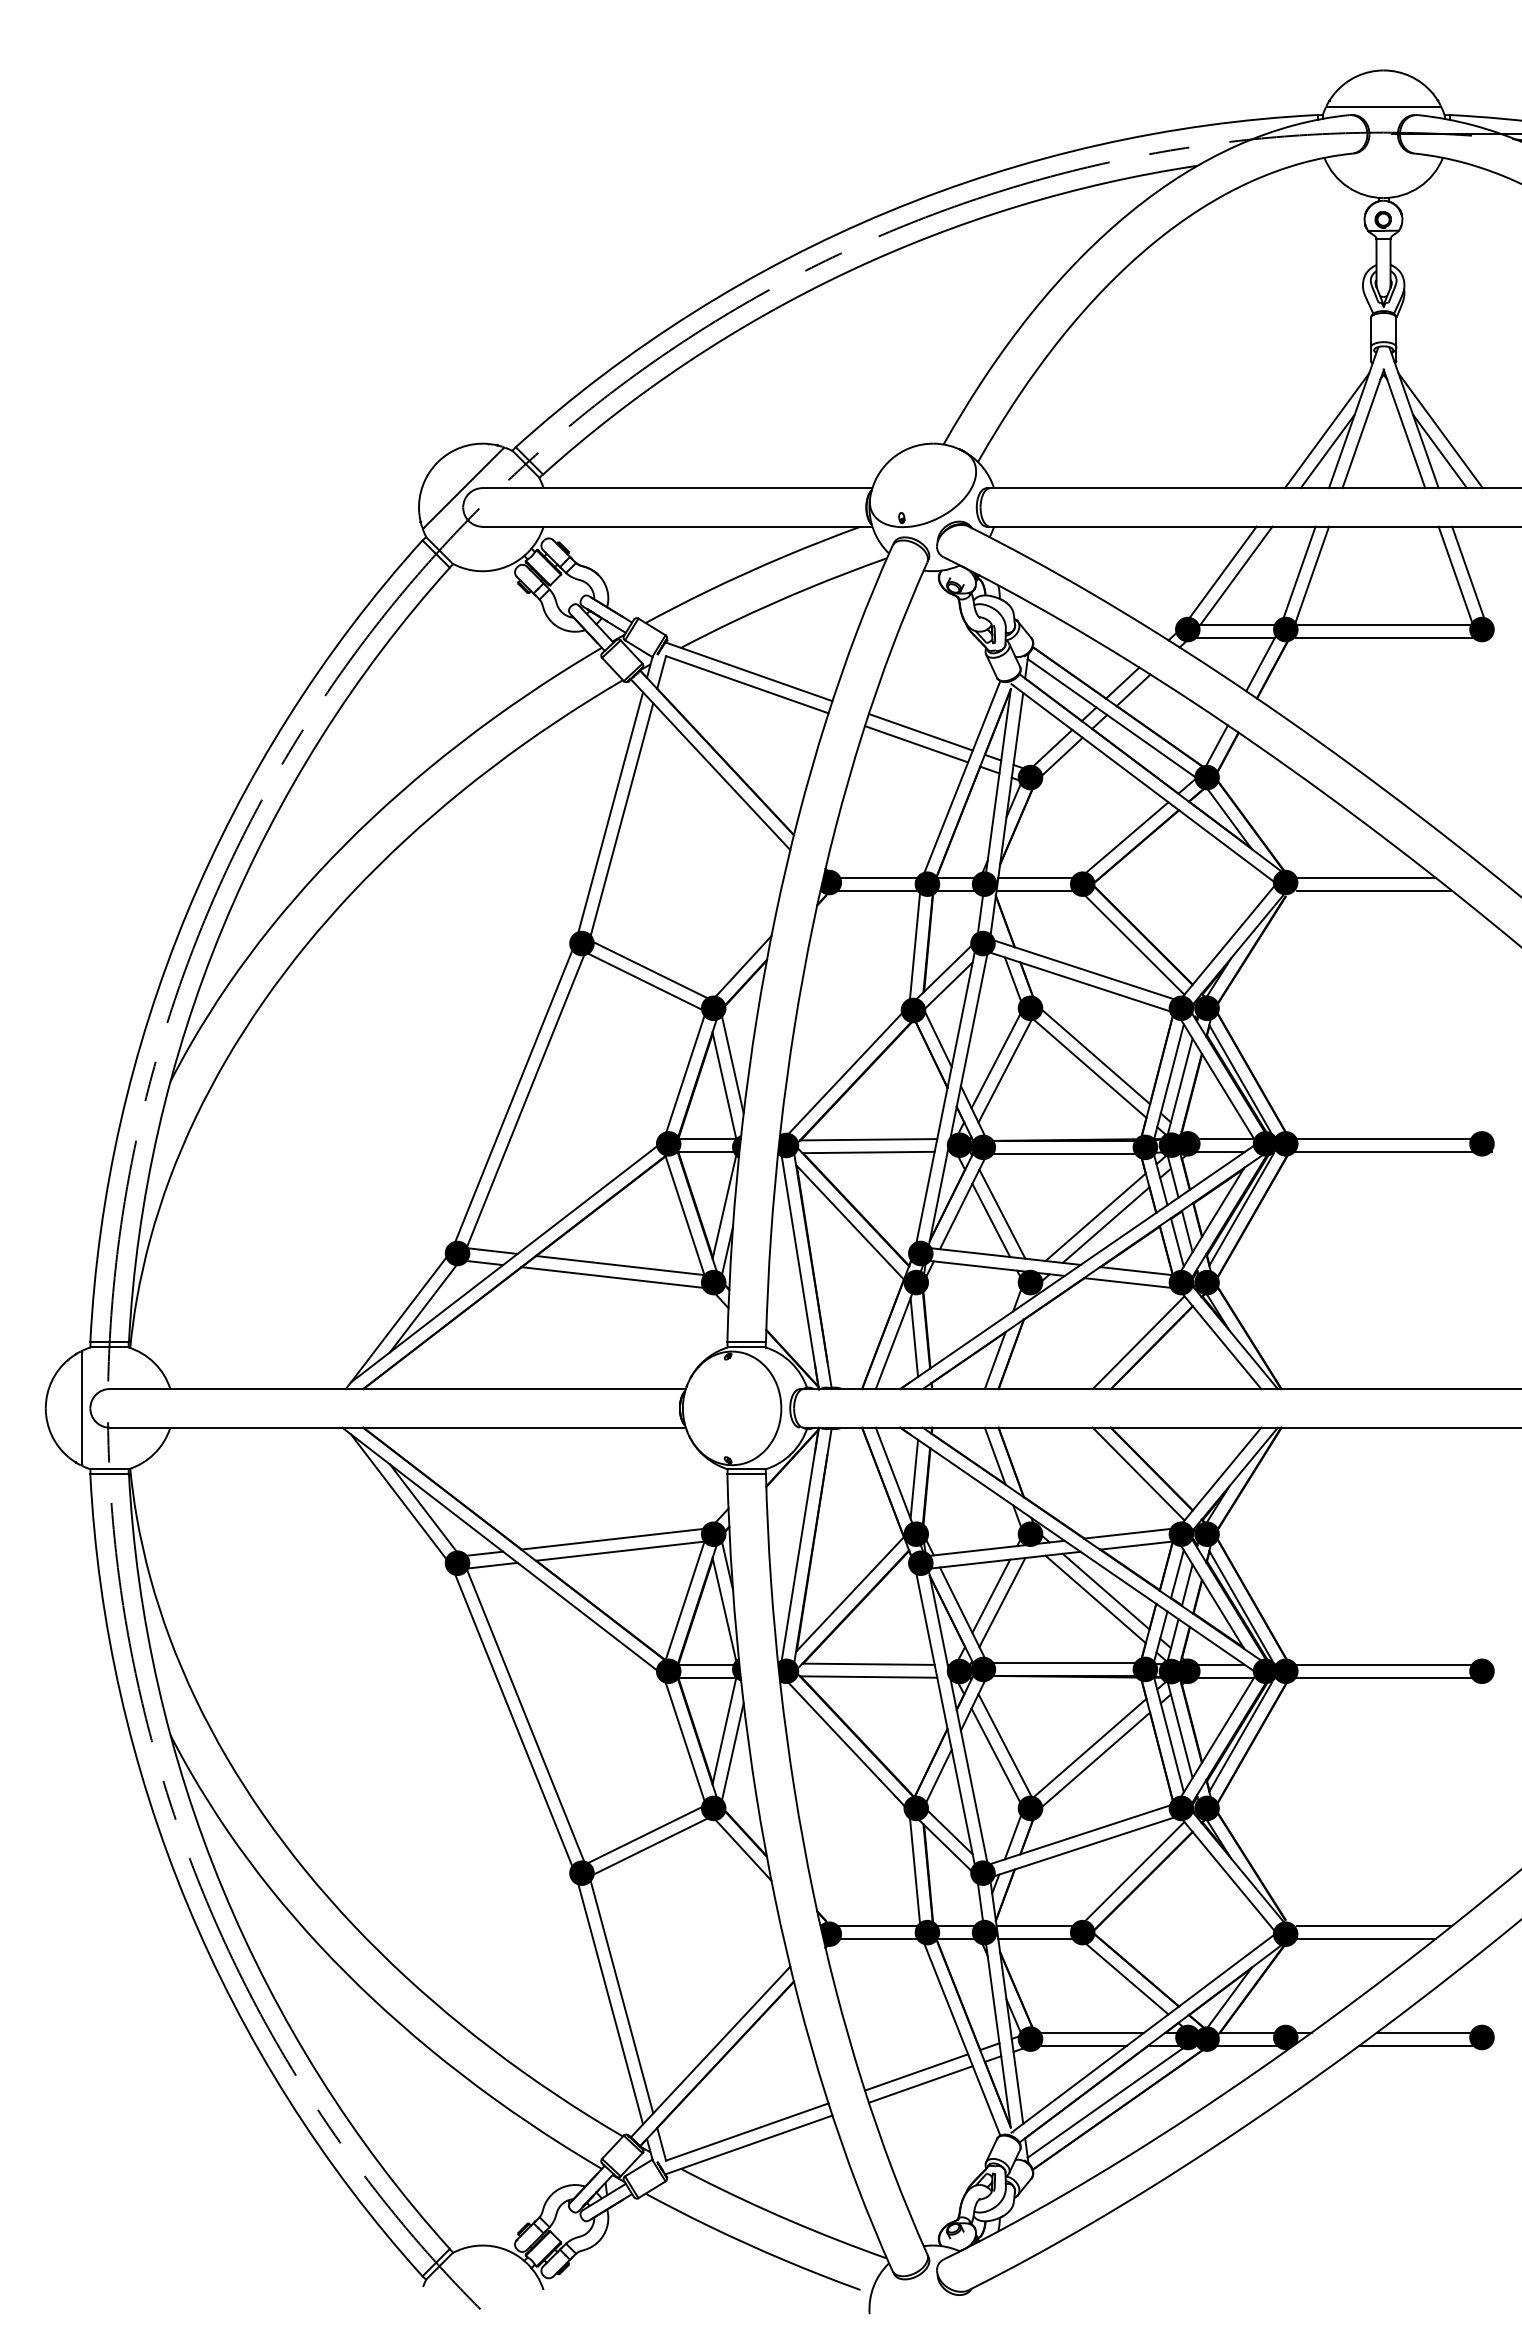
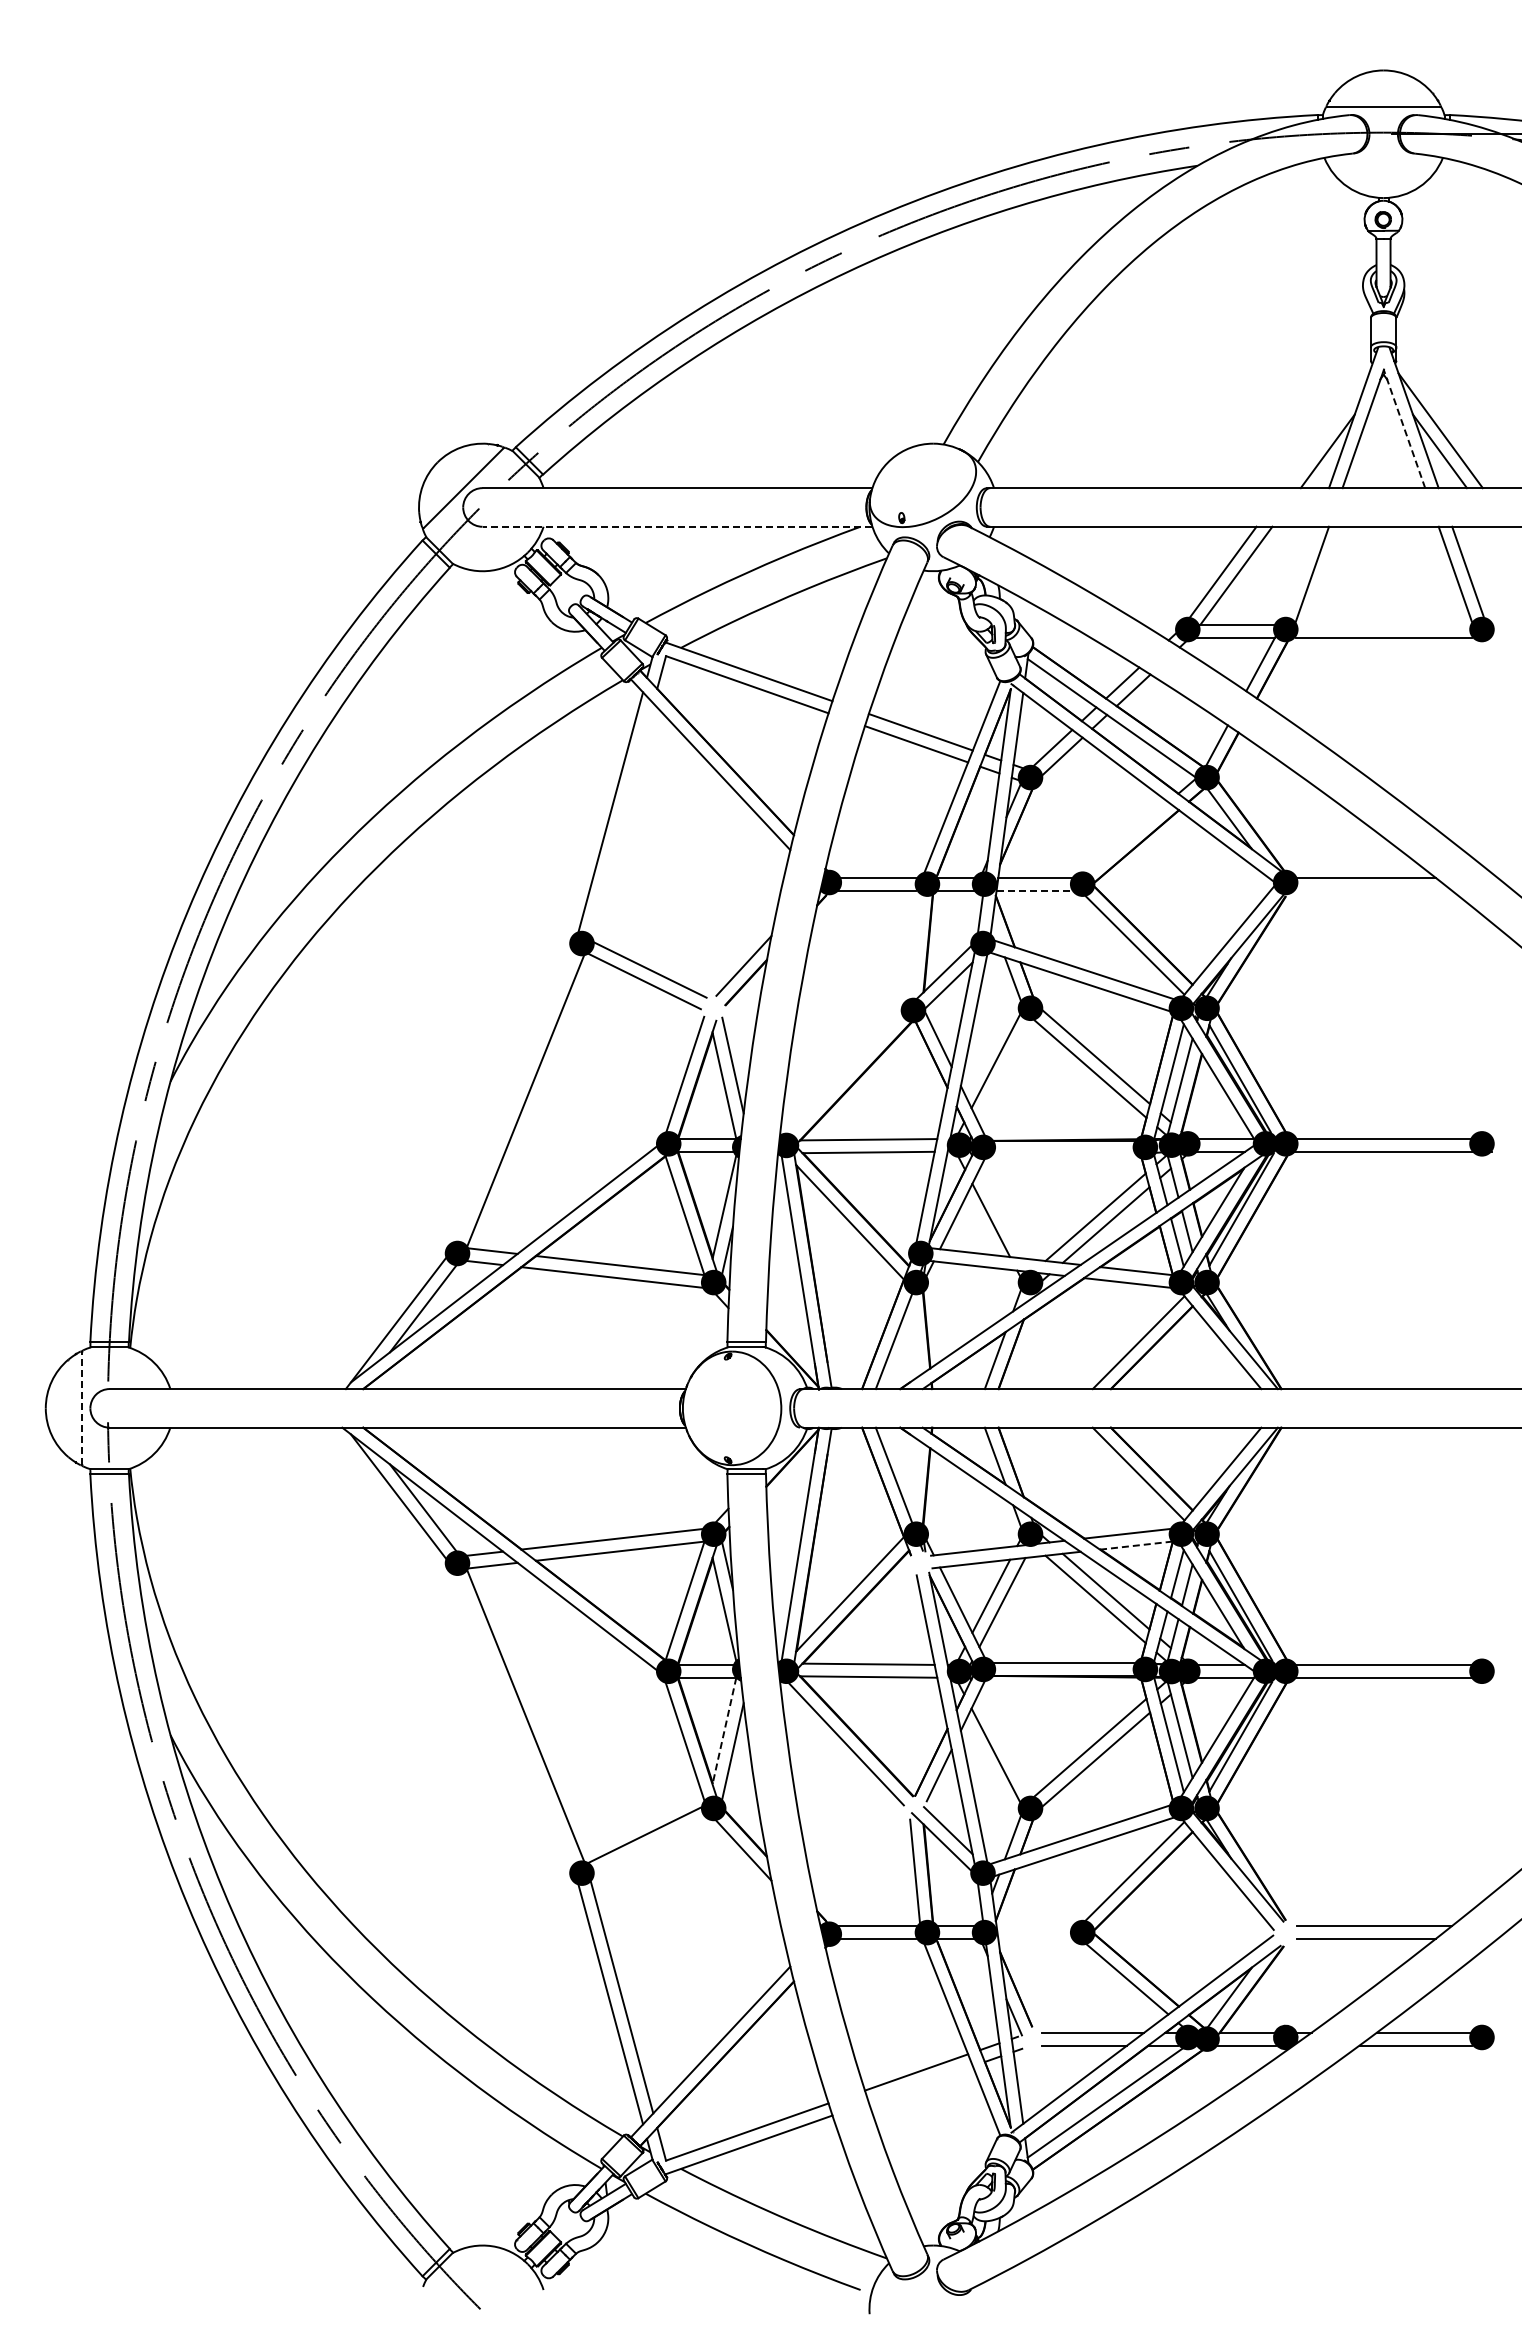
line at (1404, 428): solid -> dashed
line at (1326, 430): present -> none
line at (677, 526): solid -> dashed
line at (1299, 571): present -> none
line at (1383, 624): present -> none
line at (622, 818): present -> none
line at (1127, 837): present -> none
line at (1034, 890): solid -> dashed
line at (1373, 890): present -> none
line at (915, 944): present -> none
fill at (713, 1008): present -> none
line at (1004, 1071): present -> none
line at (845, 1073): present -> none
line at (513, 1095): present -> none
line at (1064, 1153): present -> none
line at (1002, 1213): present -> none
line at (914, 1337): present -> none
line at (82, 1408): solid -> dashed
line at (914, 1478): present -> none
line at (1136, 1545): solid -> dashed
fill at (920, 1563): present -> none
line at (513, 1720): present -> none
line at (724, 1731): solid -> dashed
line at (1004, 1744): present -> none
fill at (916, 1808): present -> none
line at (647, 1847): present -> none
line at (1033, 1926): present -> none
fill at (1285, 1933): present -> none
line at (1034, 1939): present -> none
fill at (1030, 2038): present -> none
line at (920, 2084): present -> none
